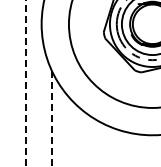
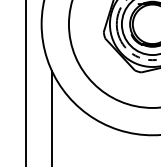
line at (26, 83): dashed -> solid
line at (51, 118): dashed -> solid
